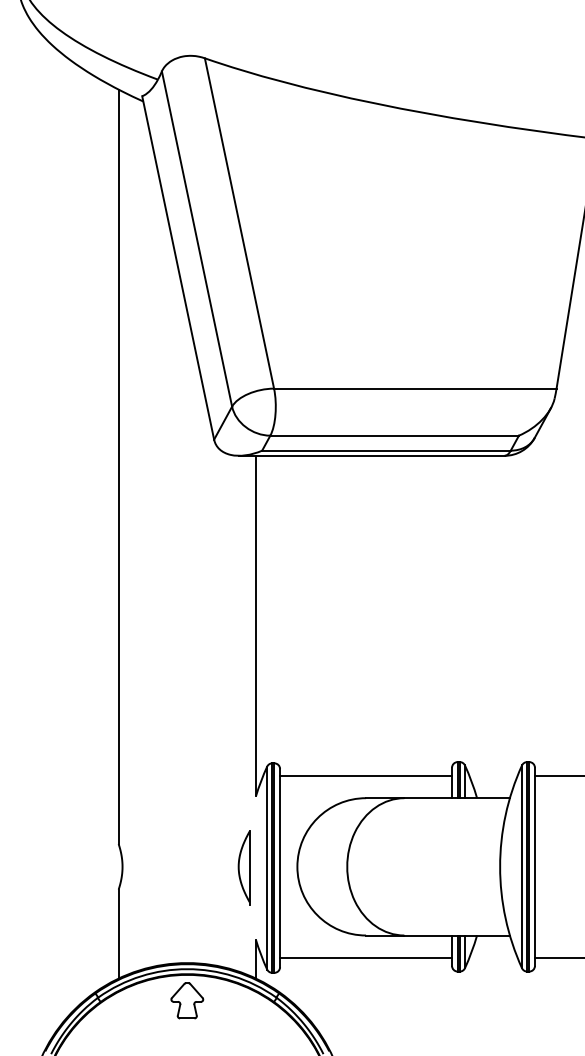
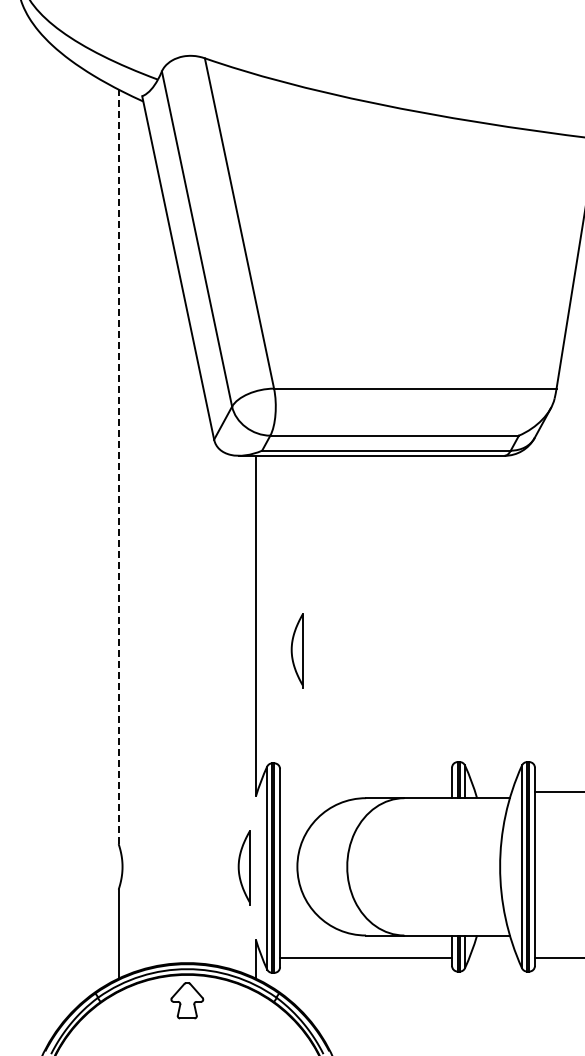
line at (118, 466): solid -> dashed
part at (296, 650): none -> present
line at (366, 775): present -> none
line at (557, 775) position: (557, 775) -> (557, 791)
